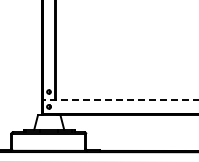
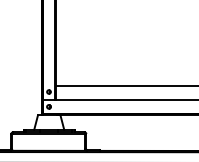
line at (125, 86): none -> present
line at (120, 100): dashed -> solid
